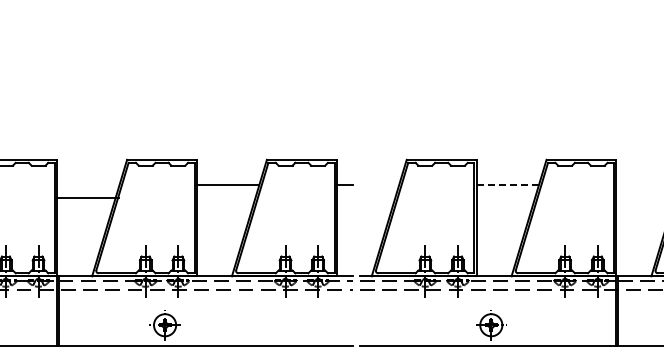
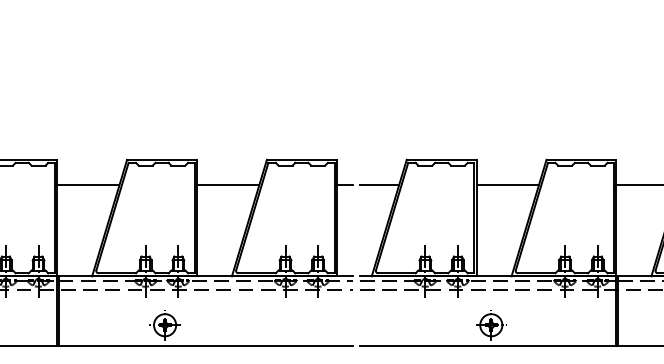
line at (379, 185): none -> present
line at (507, 185): dashed -> solid
line at (638, 185): none -> present
line at (88, 198) position: (88, 198) -> (88, 185)
